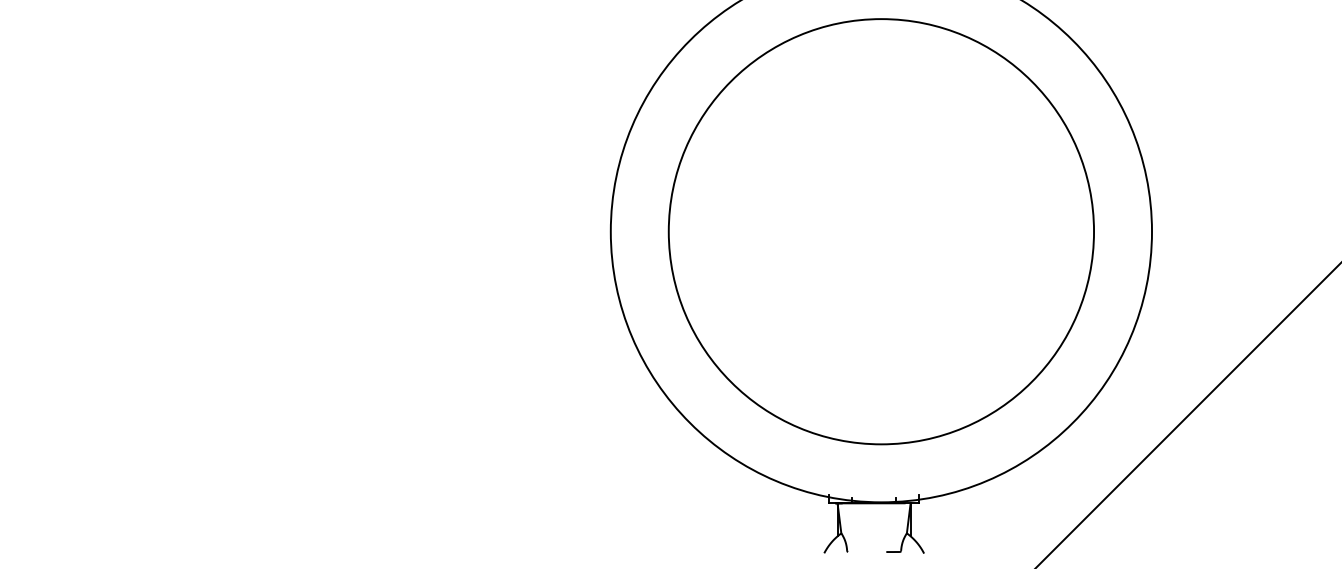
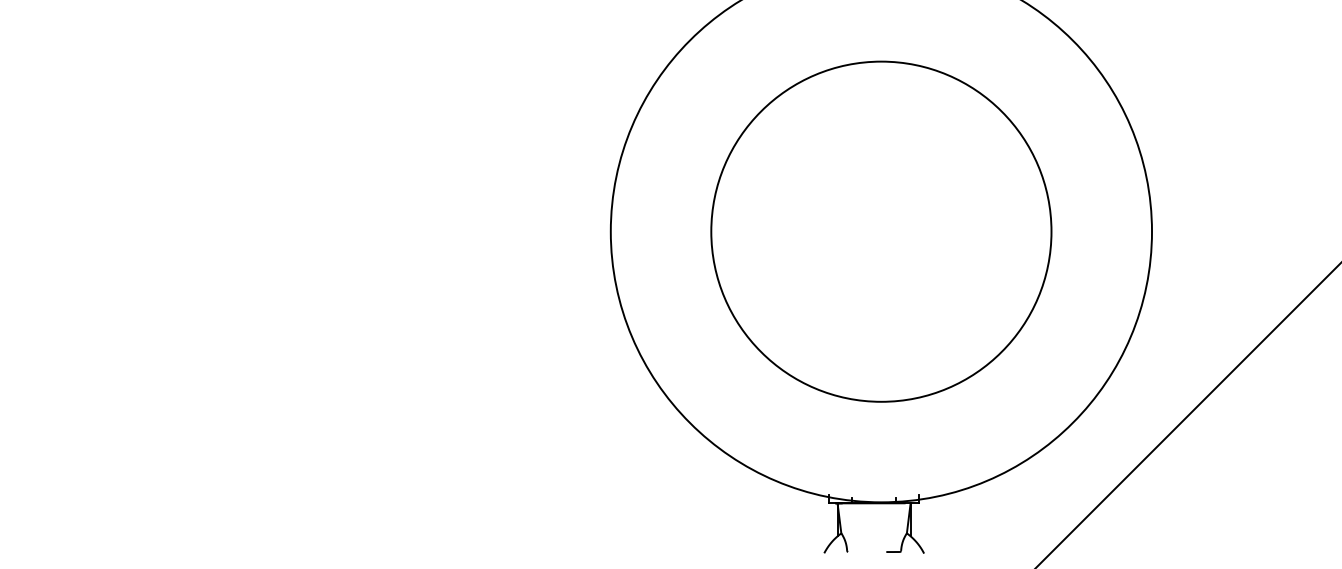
circle at (881, 231) diameter: 425 px -> 340 px
